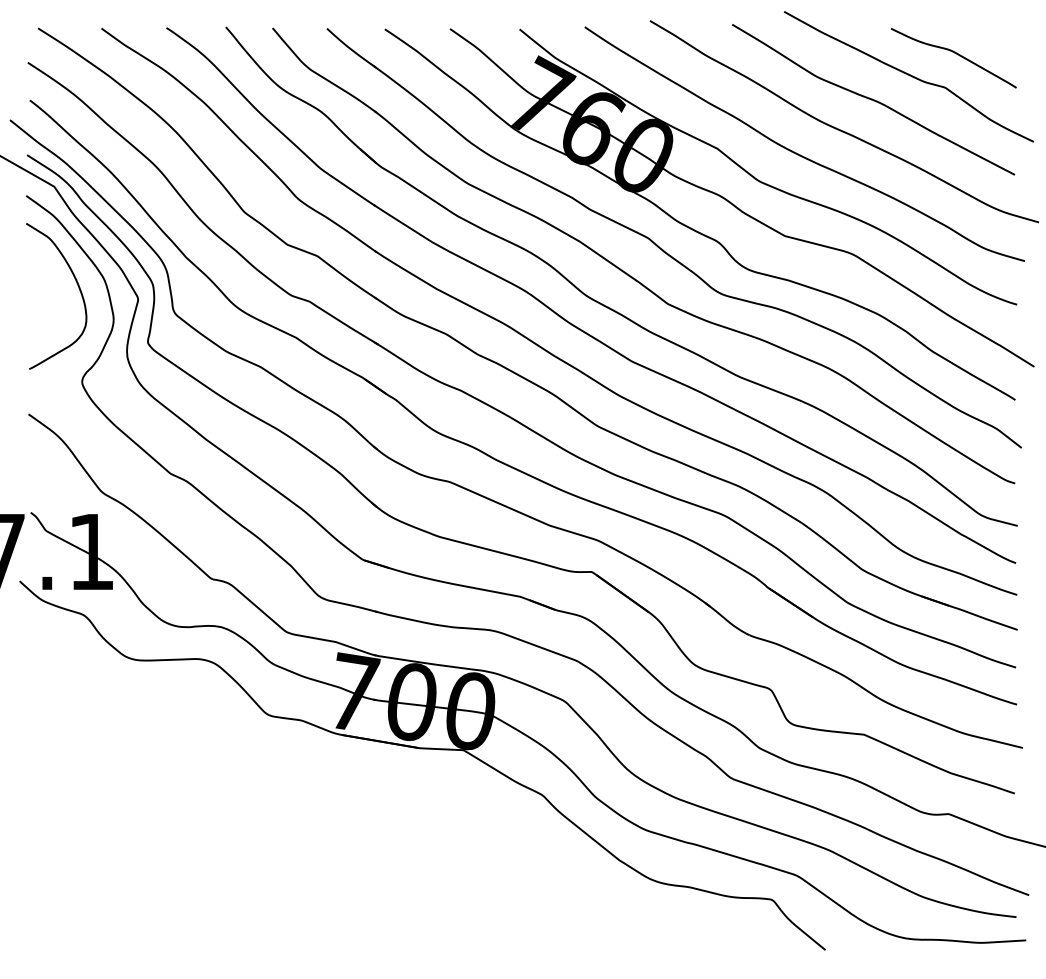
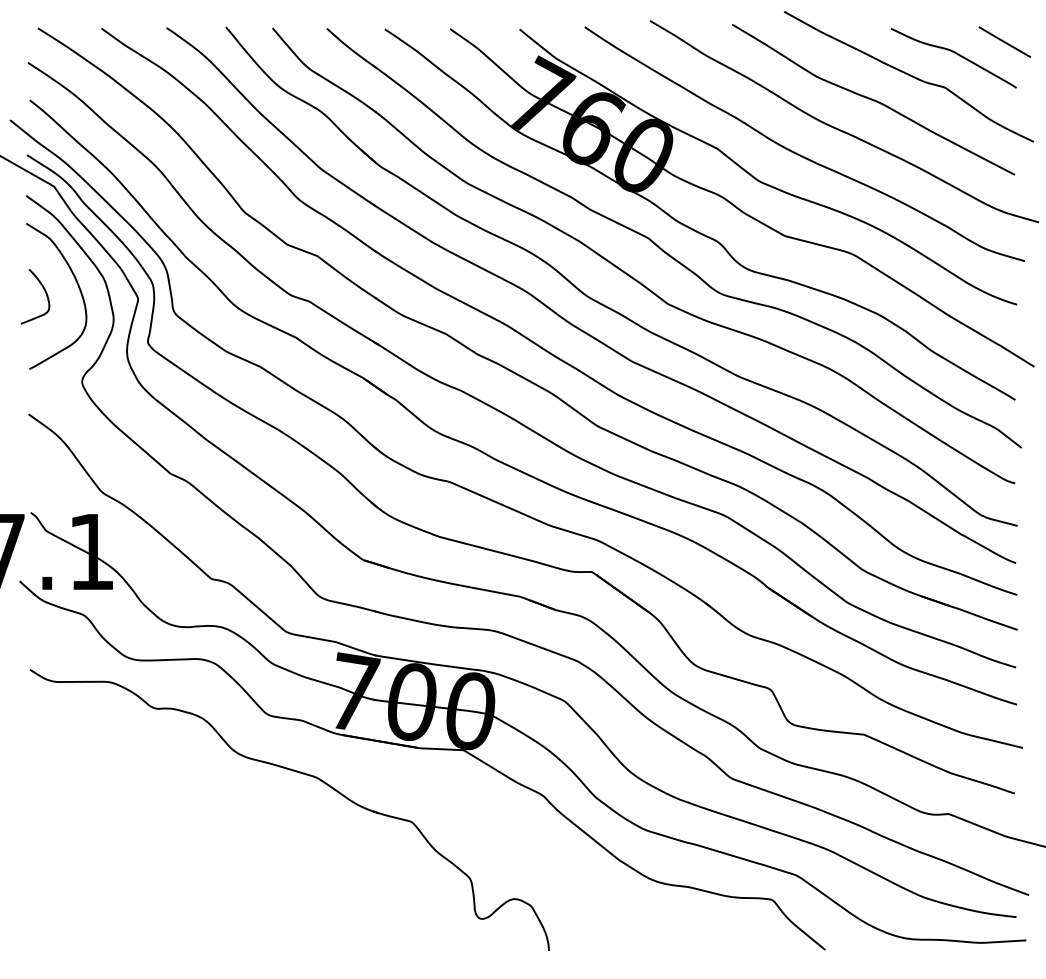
line at (1004, 41): none -> present
curve at (44, 291): none -> present
part at (302, 774): none -> present
